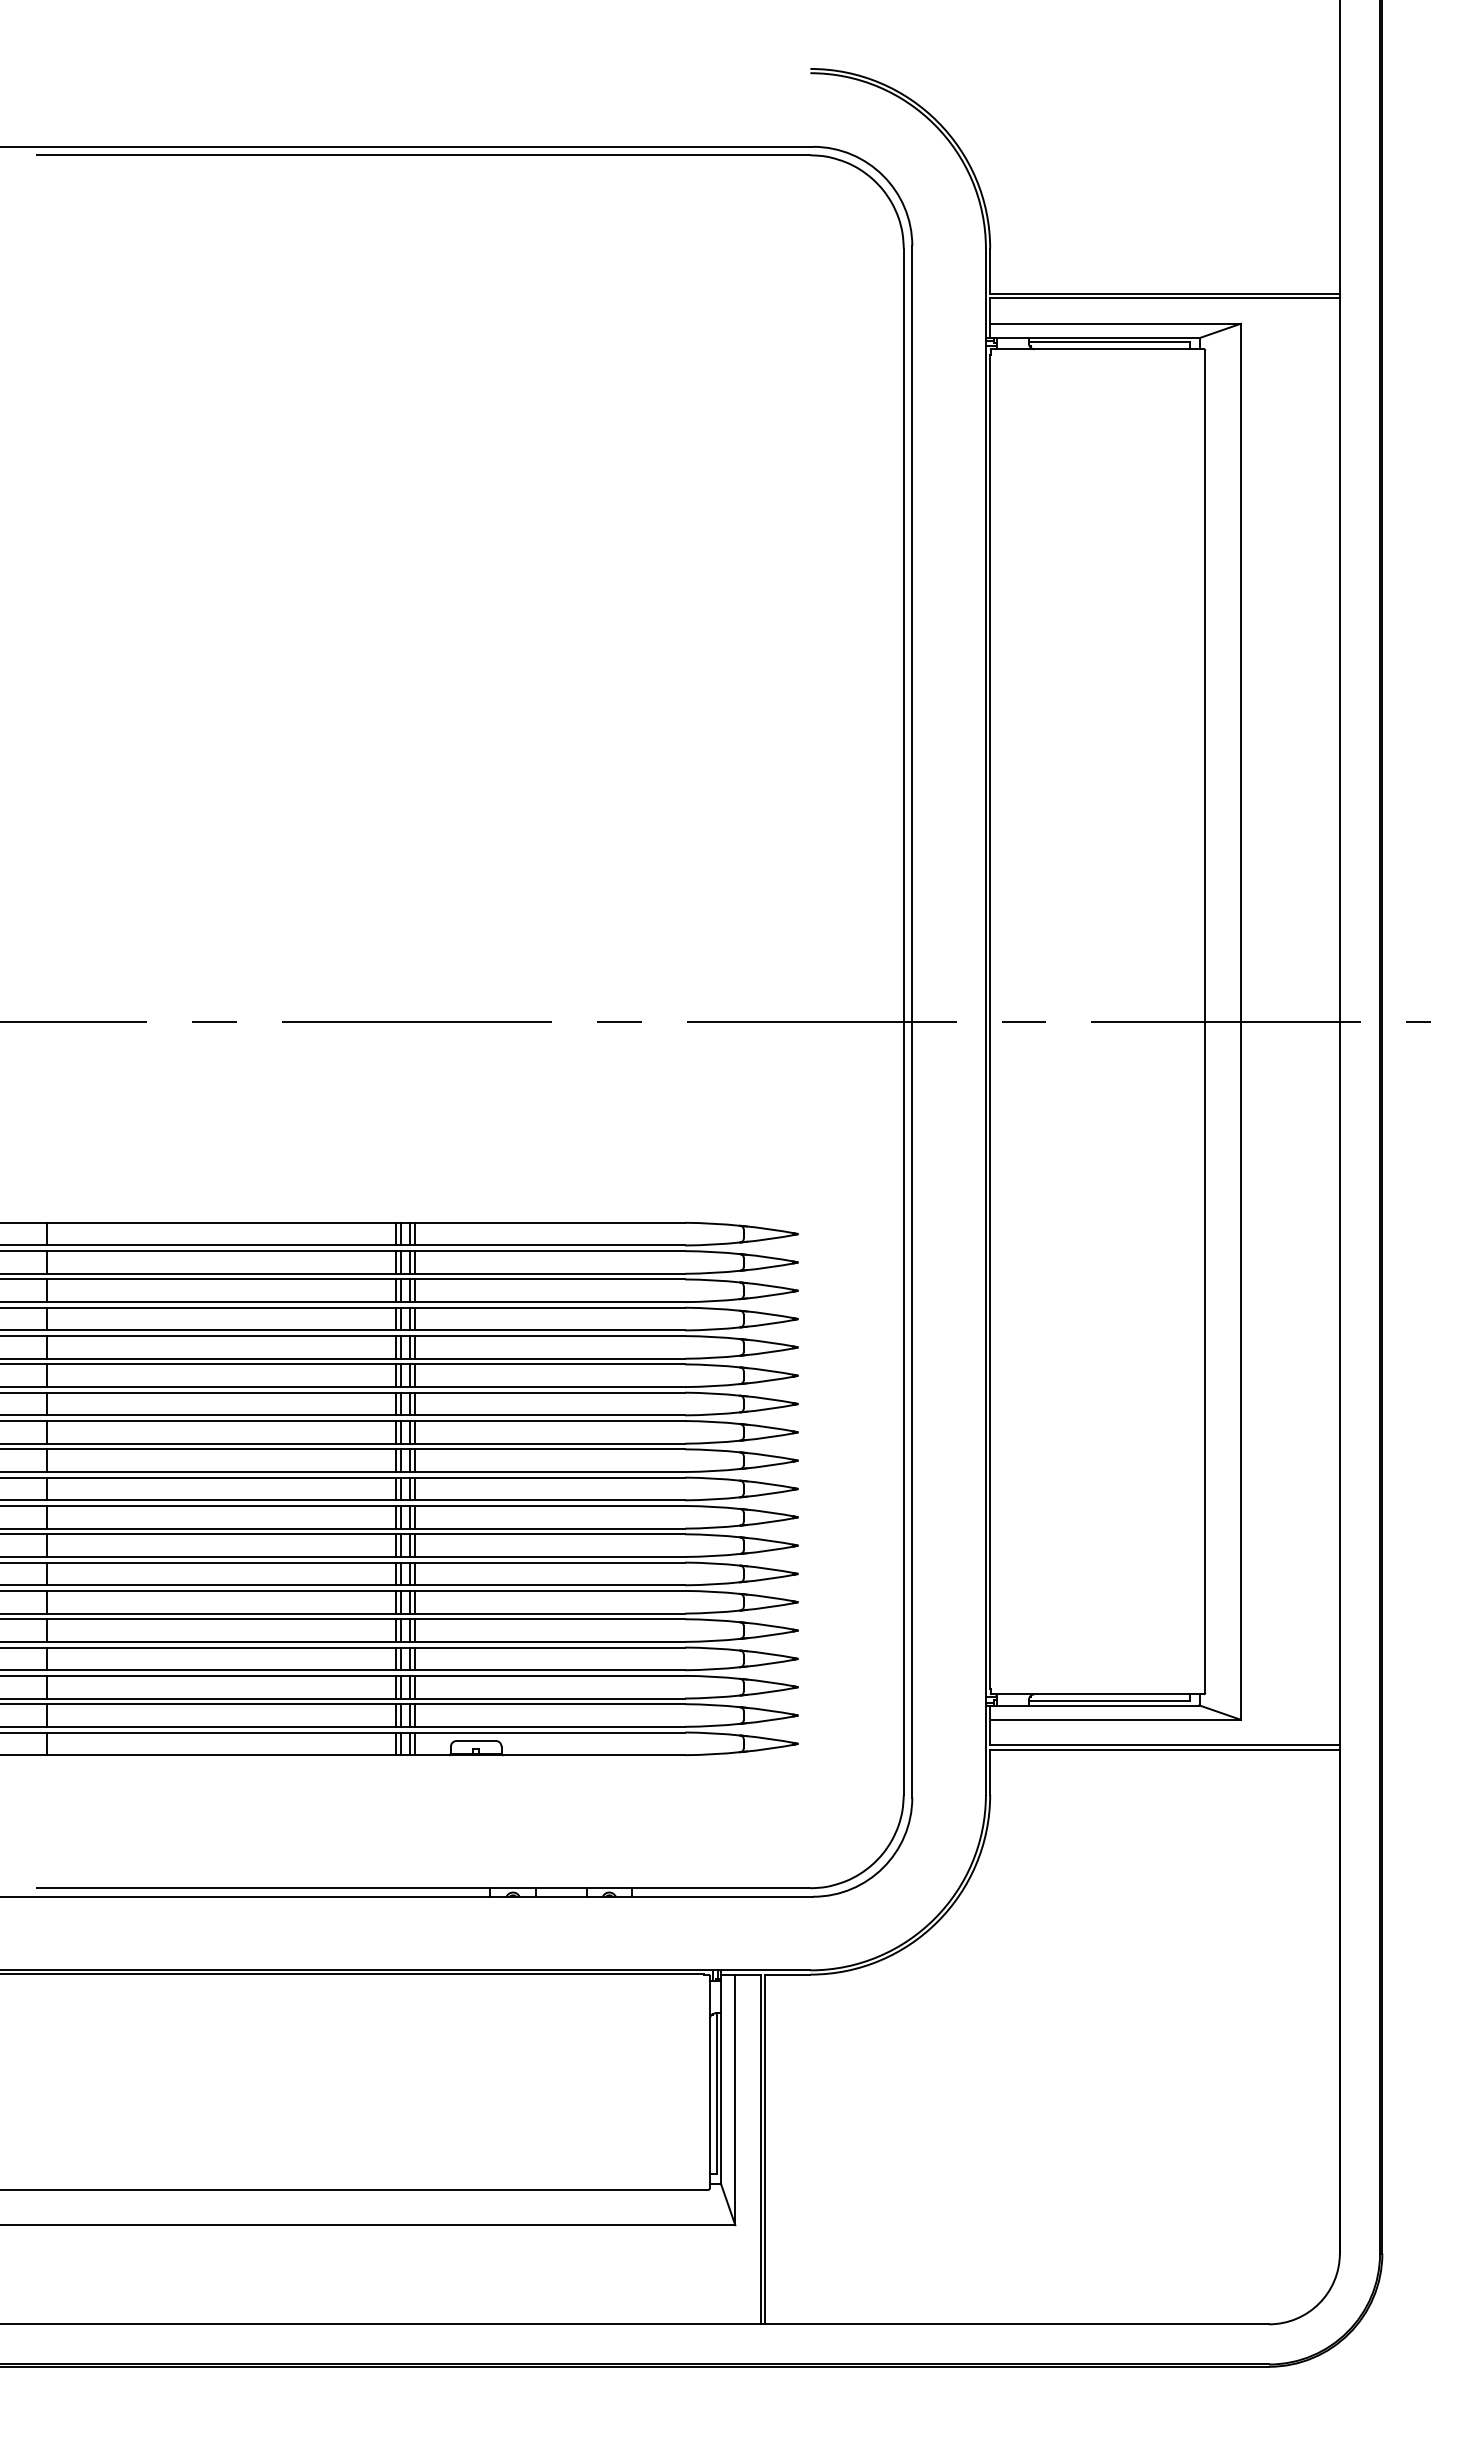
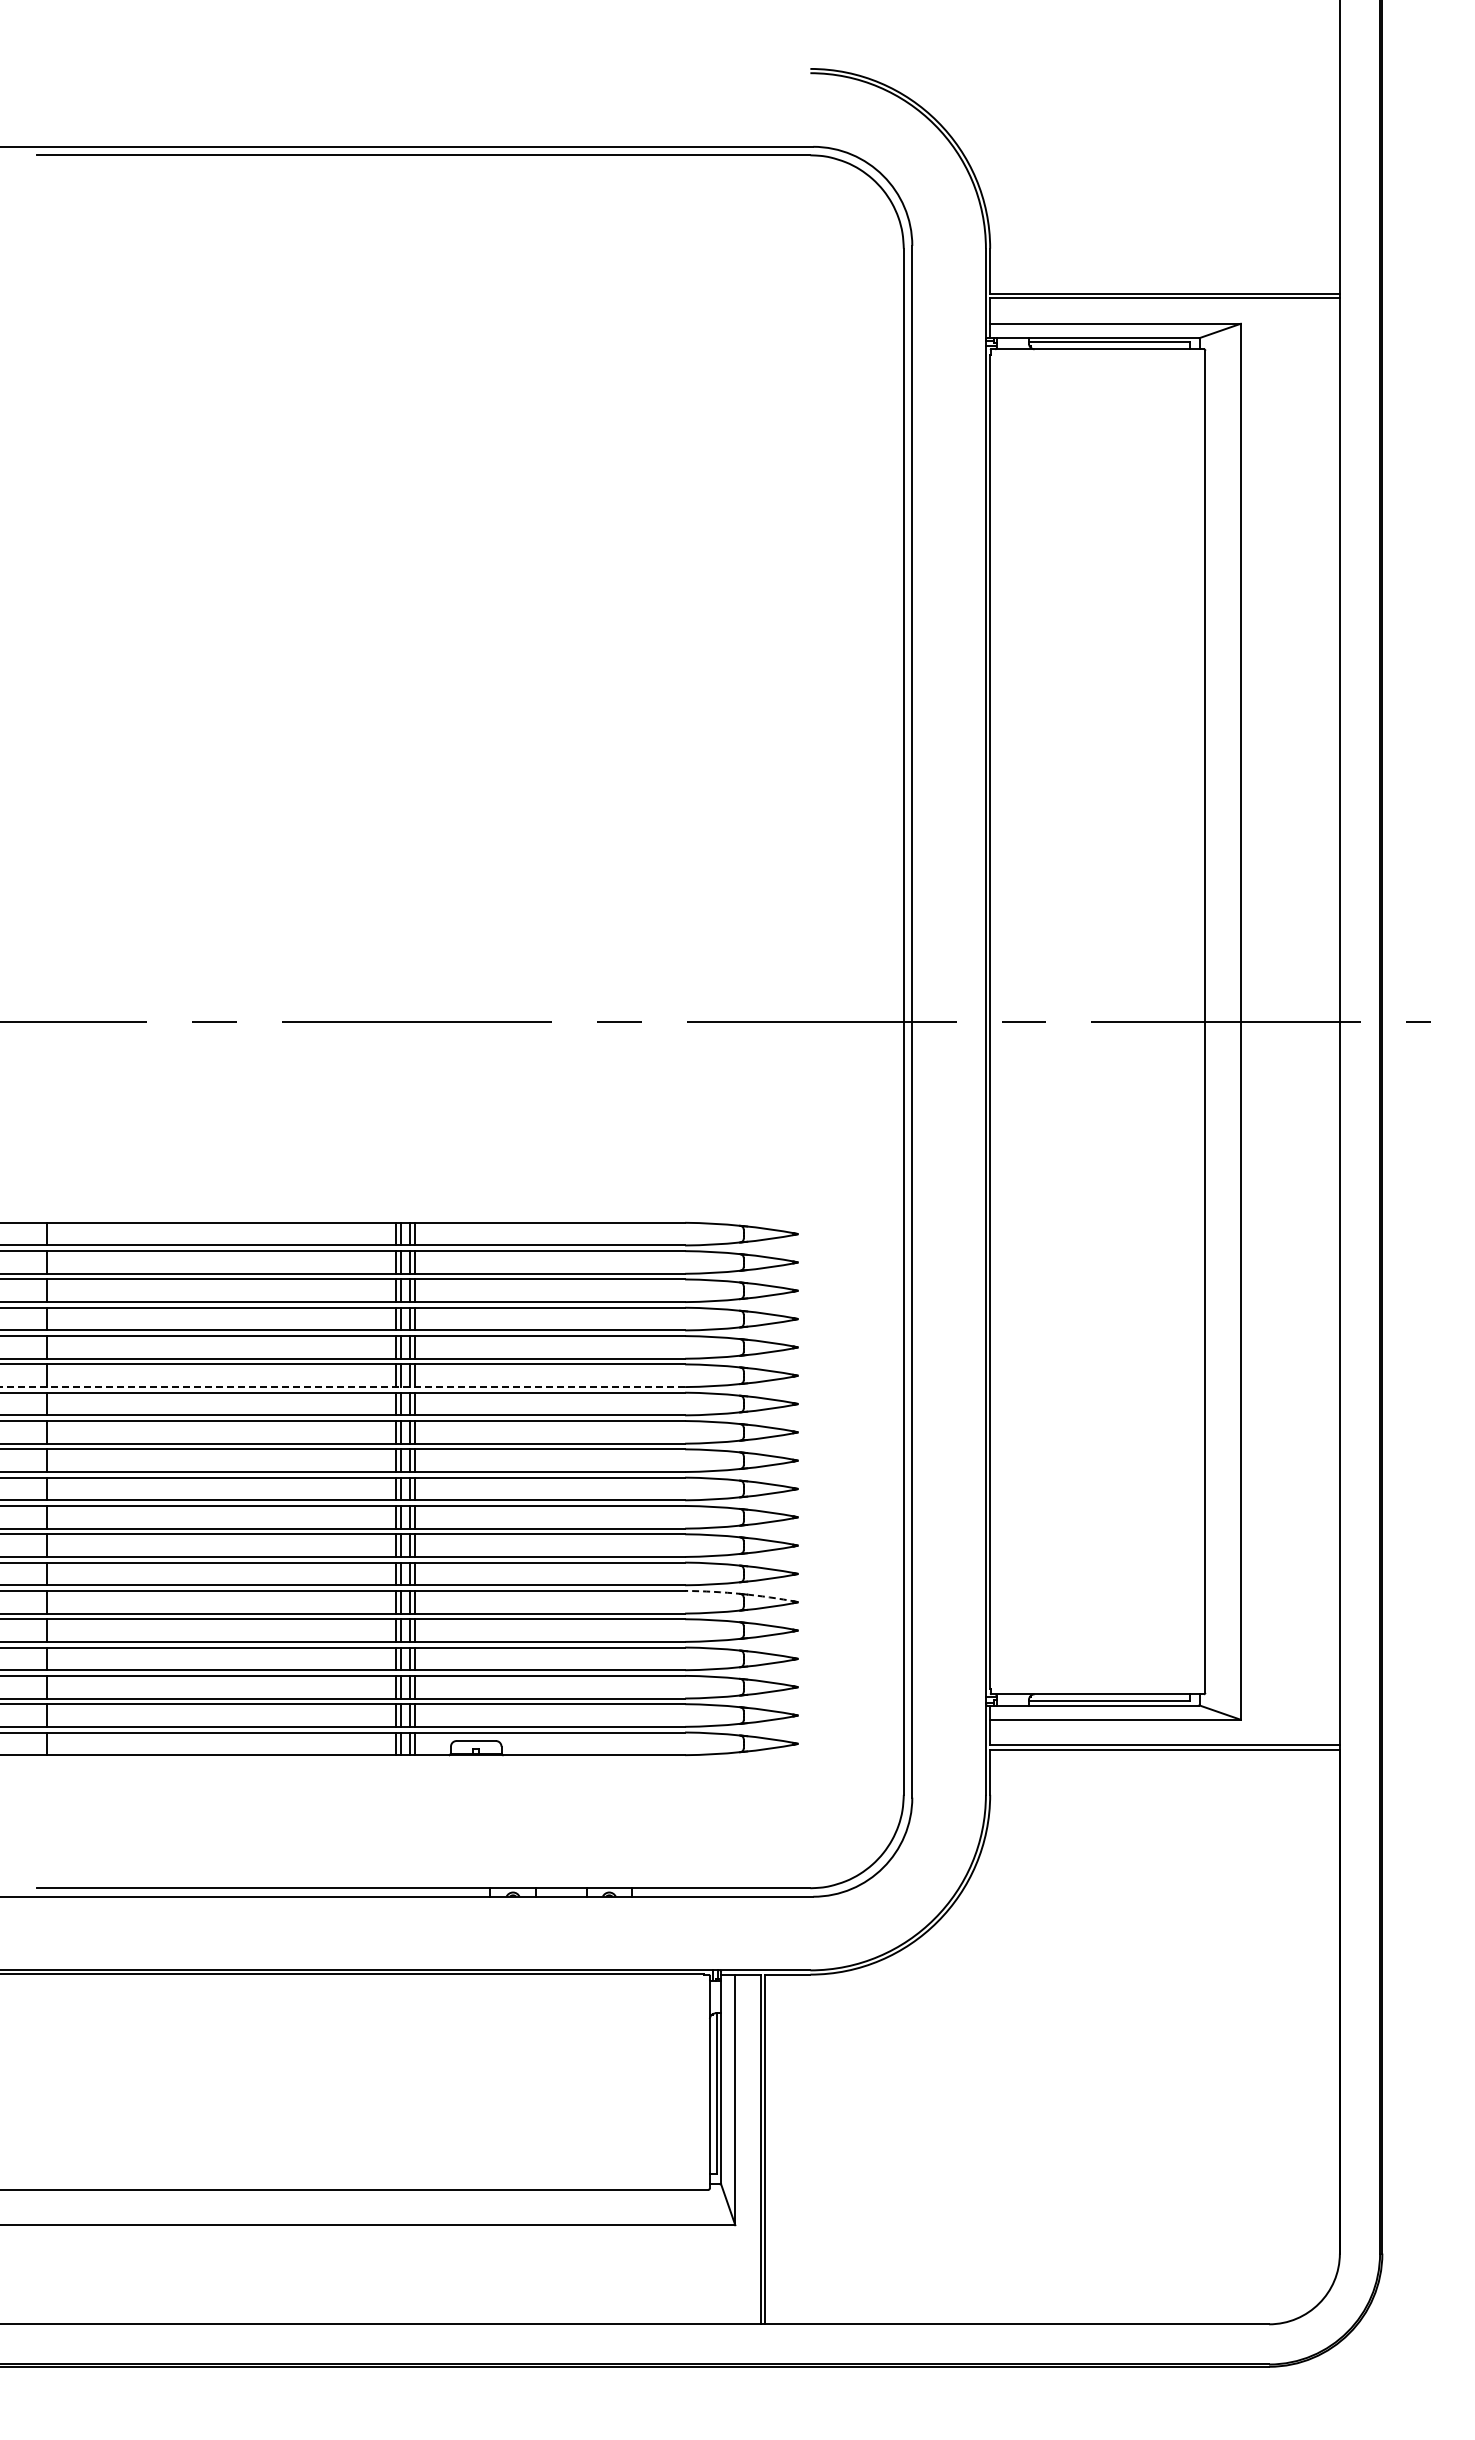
line at (342, 1387): solid -> dashed
arc at (741, 1593): solid -> dashed
